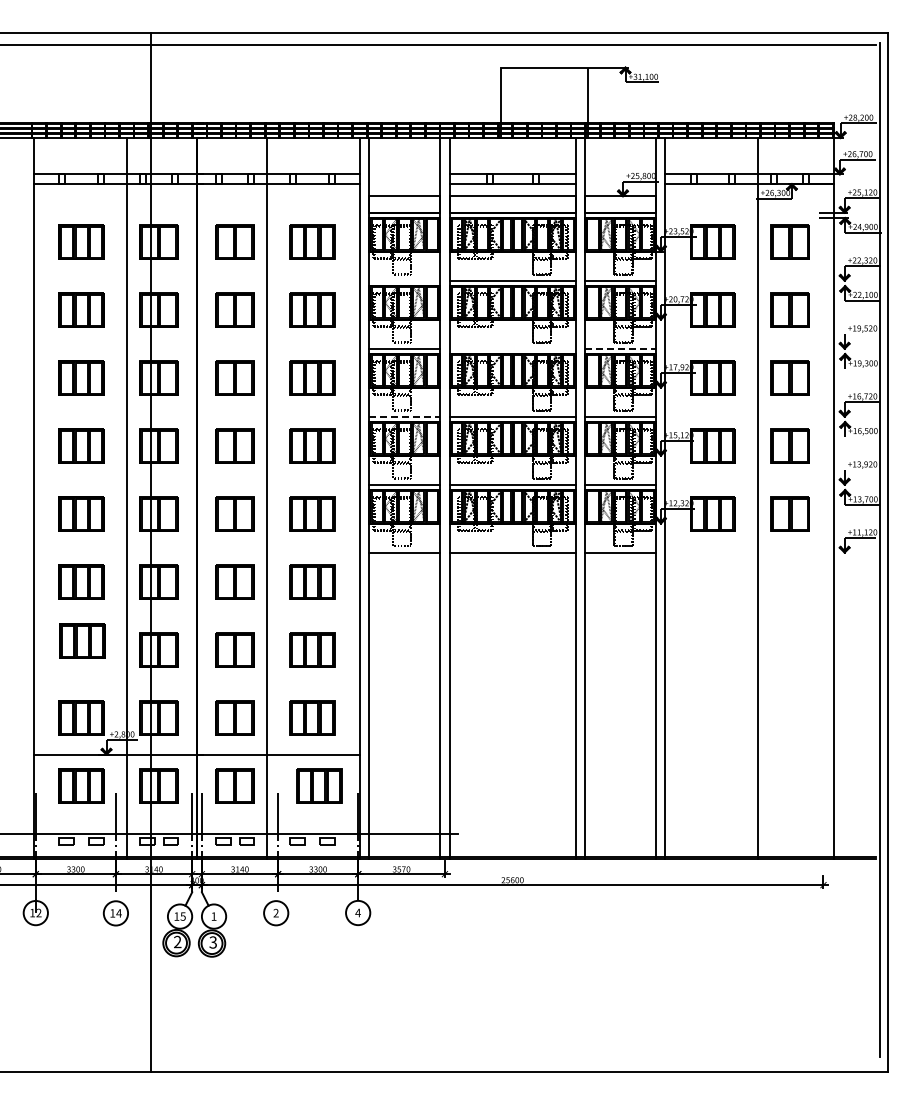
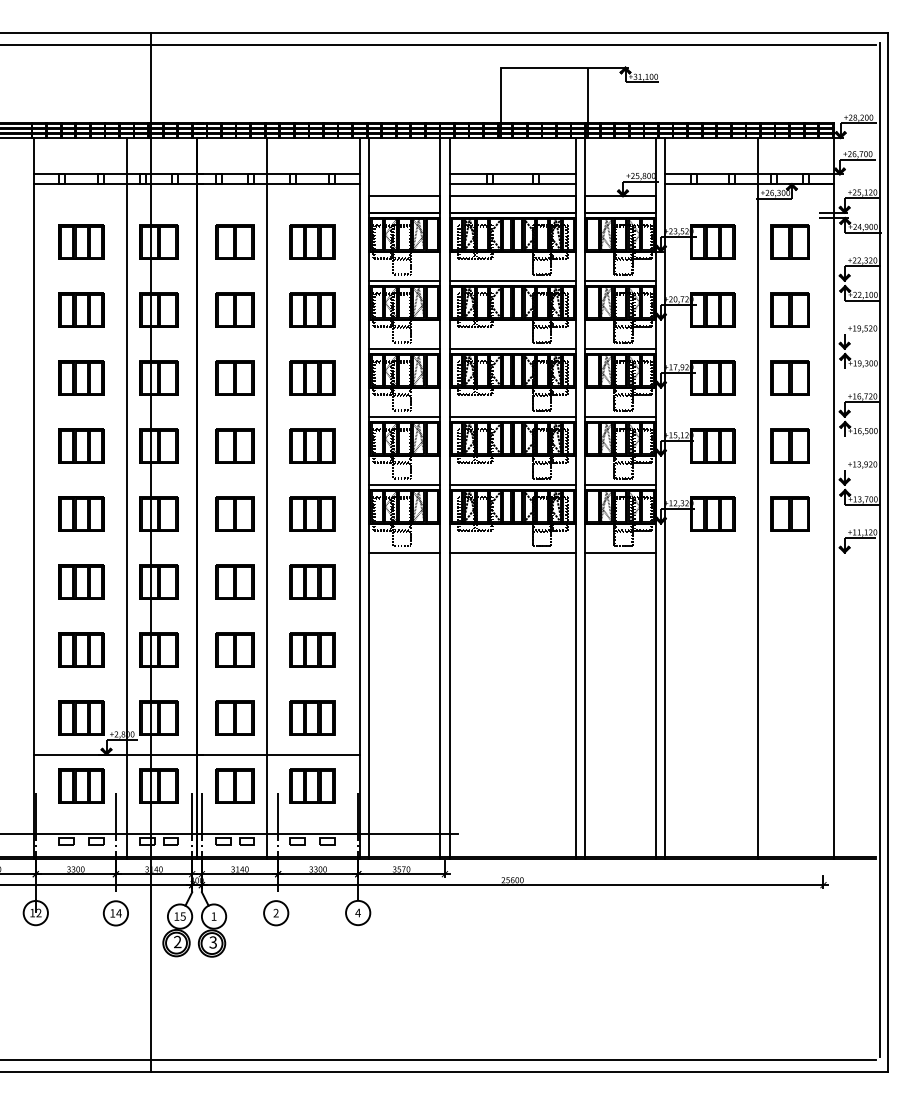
line at (404, 280): none -> present
line at (512, 348): none -> present
line at (620, 348): dashed -> solid
line at (404, 416): dashed -> solid
part at (82, 640) position: (82, 640) -> (81, 649)
part at (319, 785) position: (319, 785) -> (312, 785)
line at (439, 1059): none -> present
